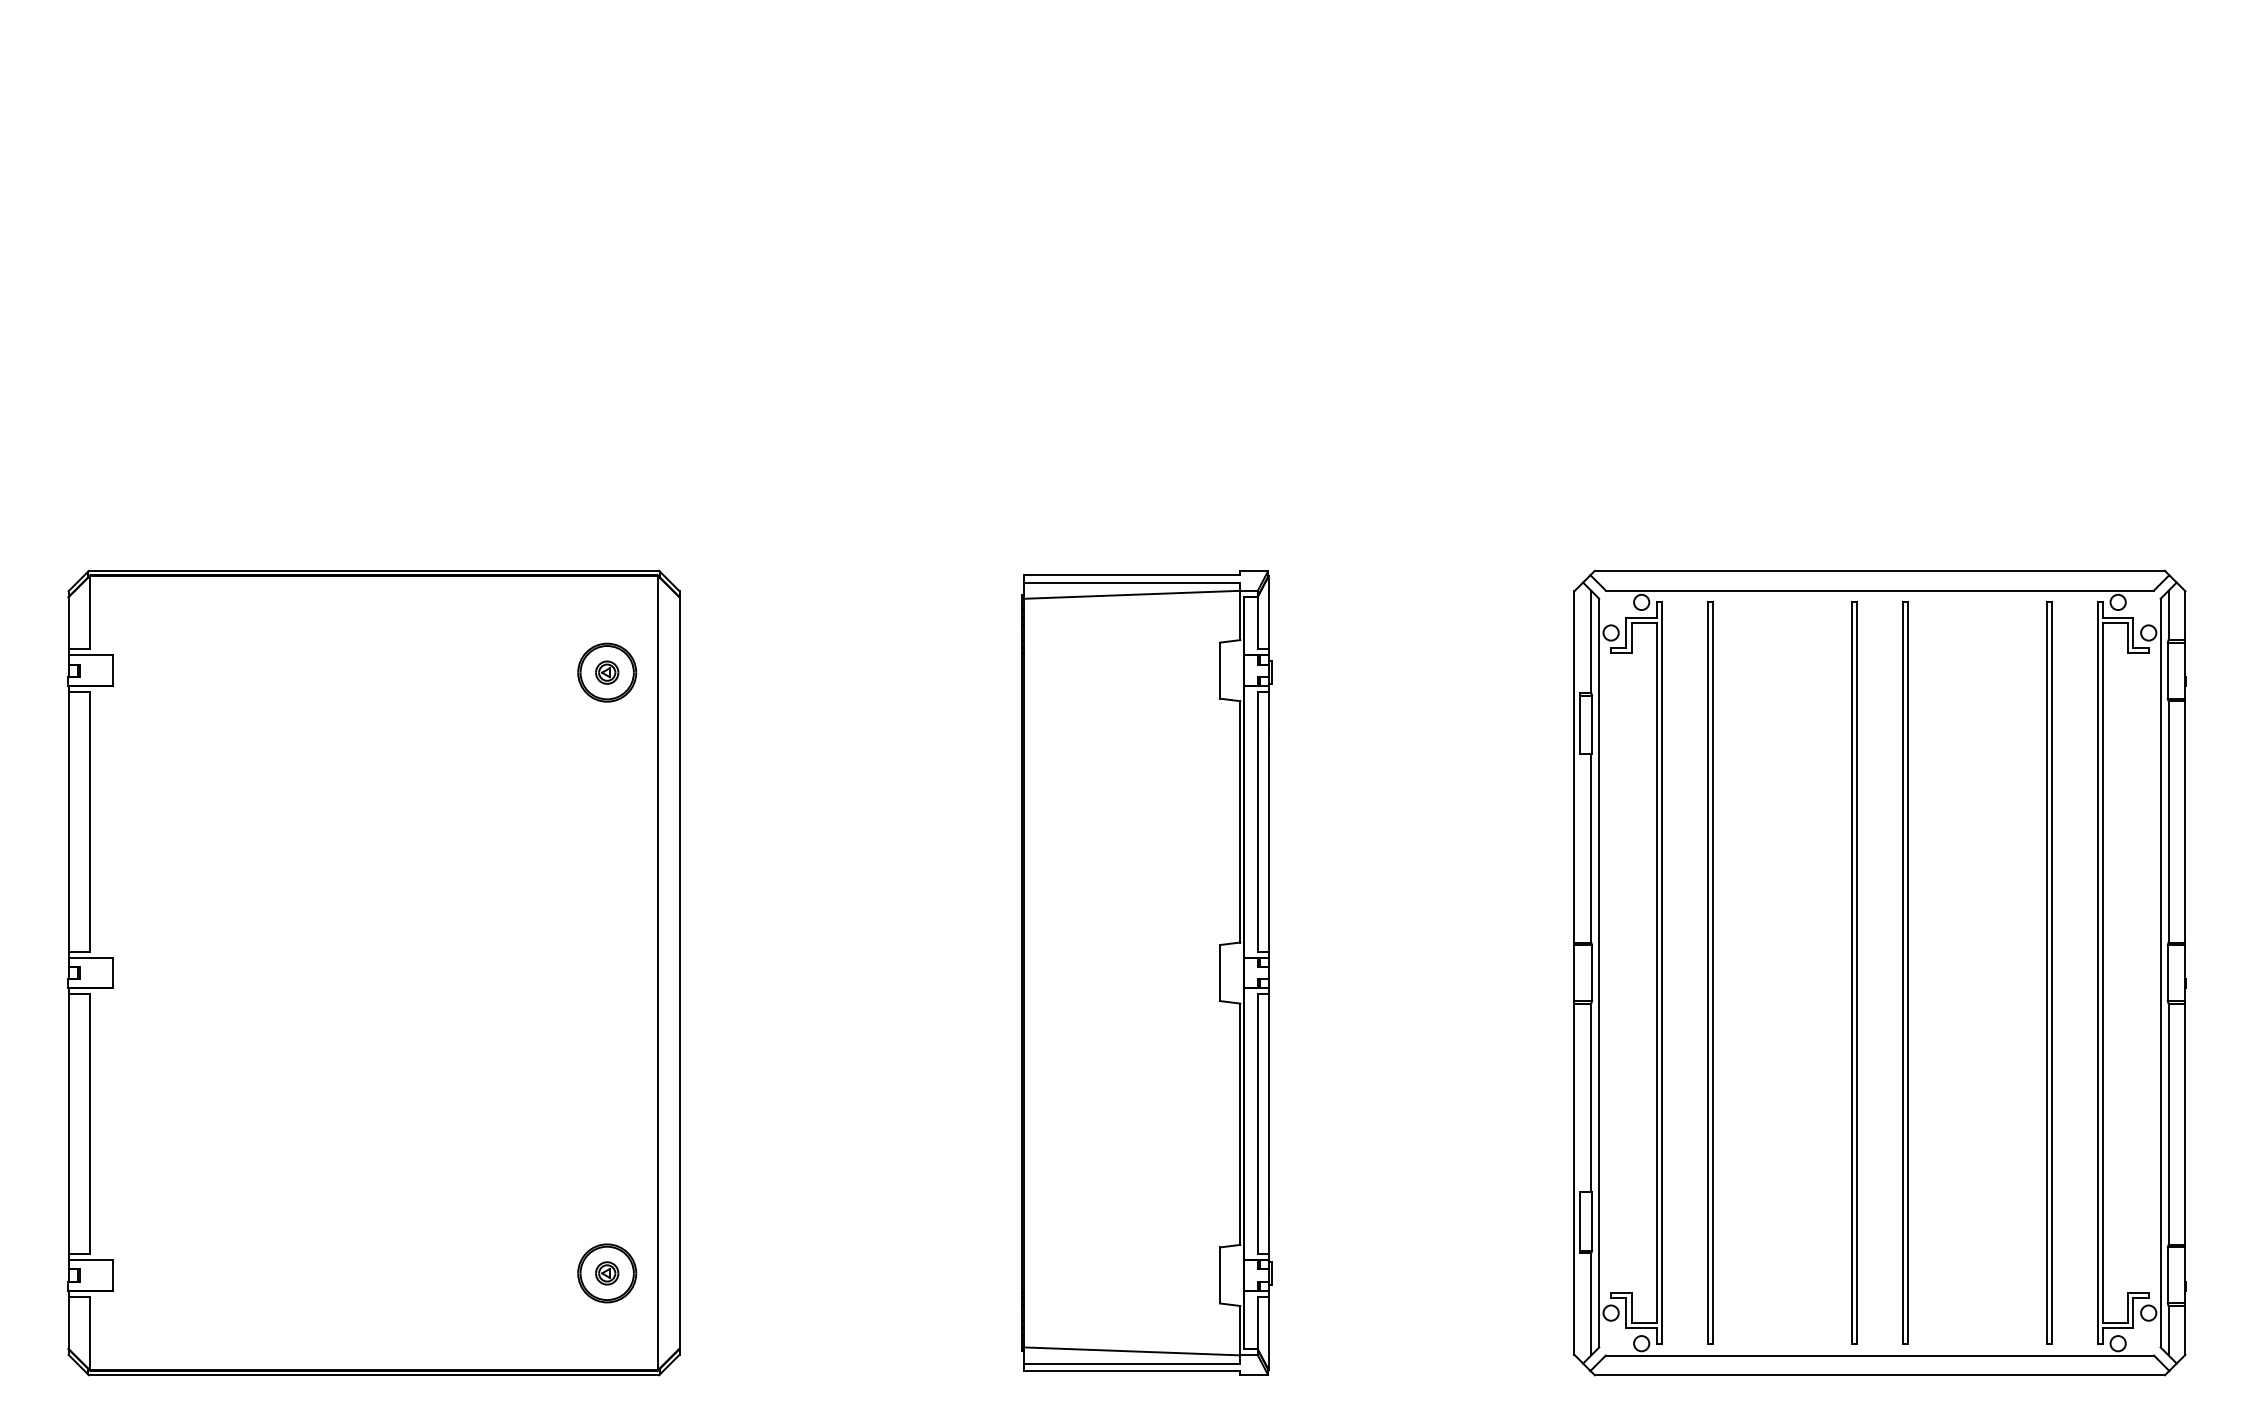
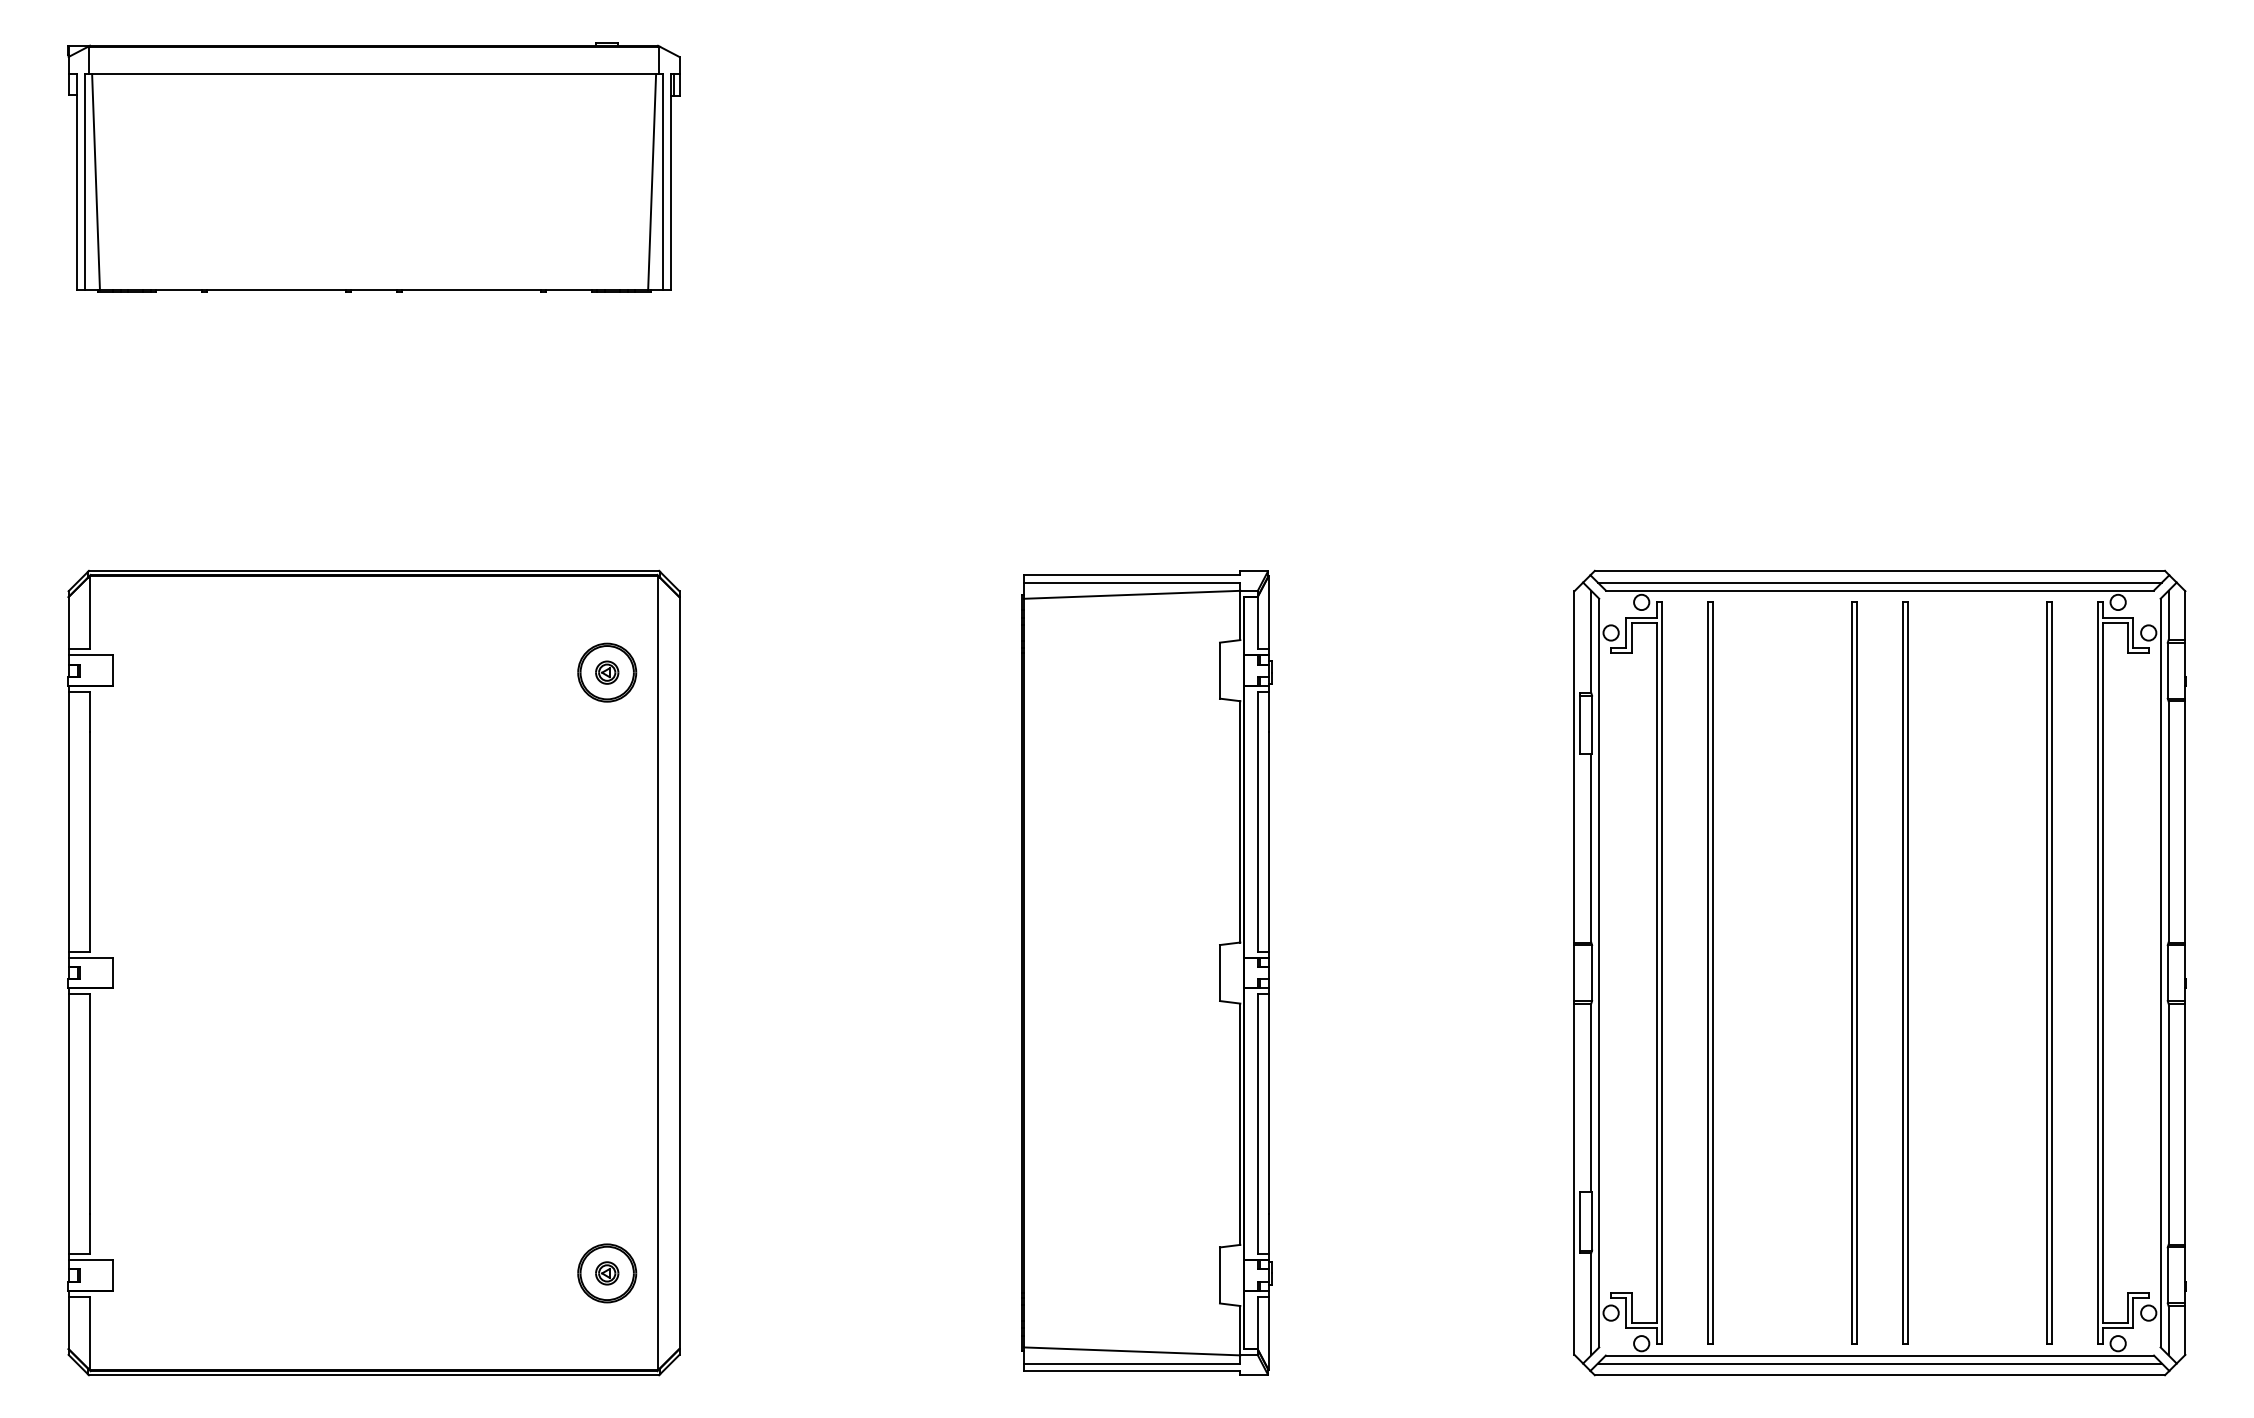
part at (373, 167): none -> present
line at (1879, 582): none -> present
line at (1879, 1363): none -> present
